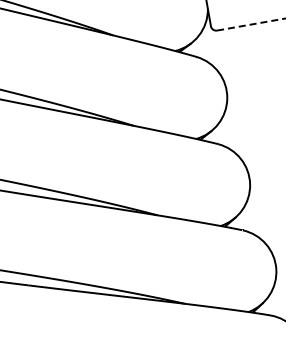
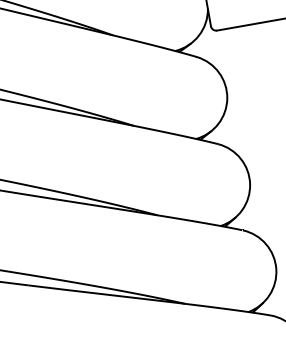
line at (251, 24): dashed -> solid
